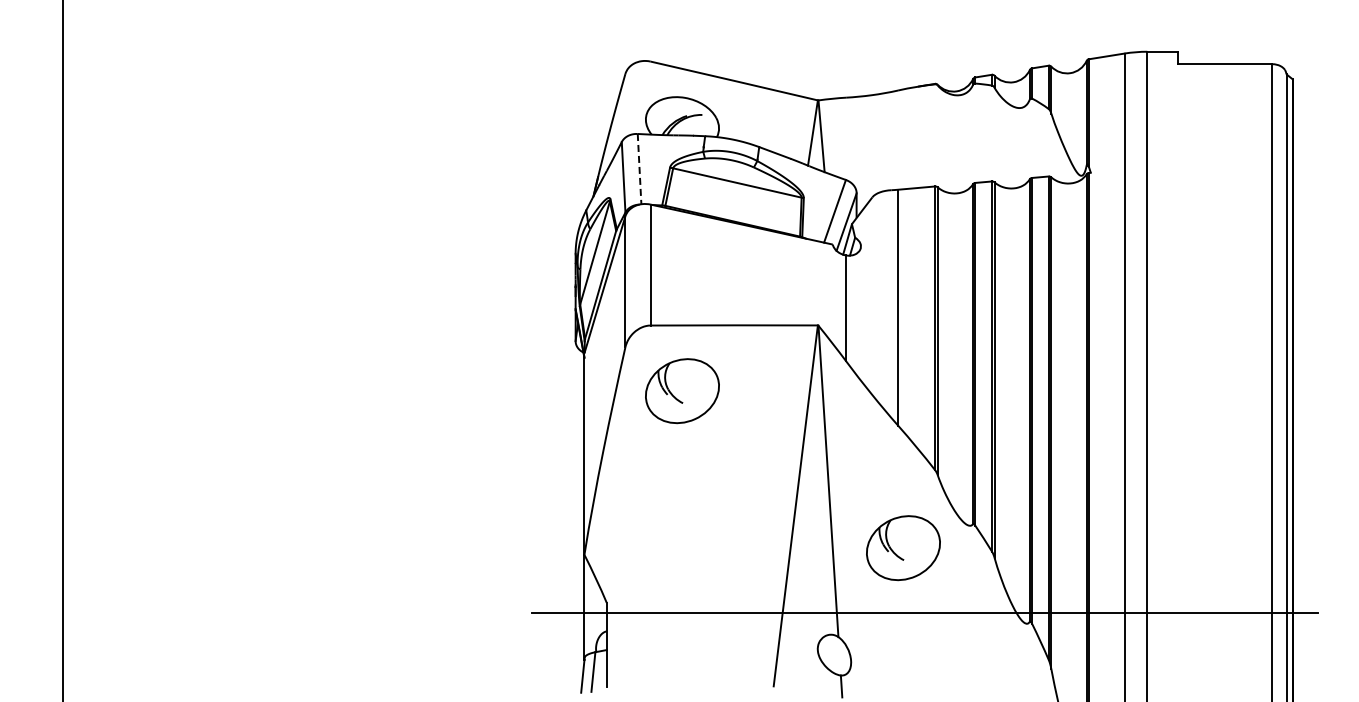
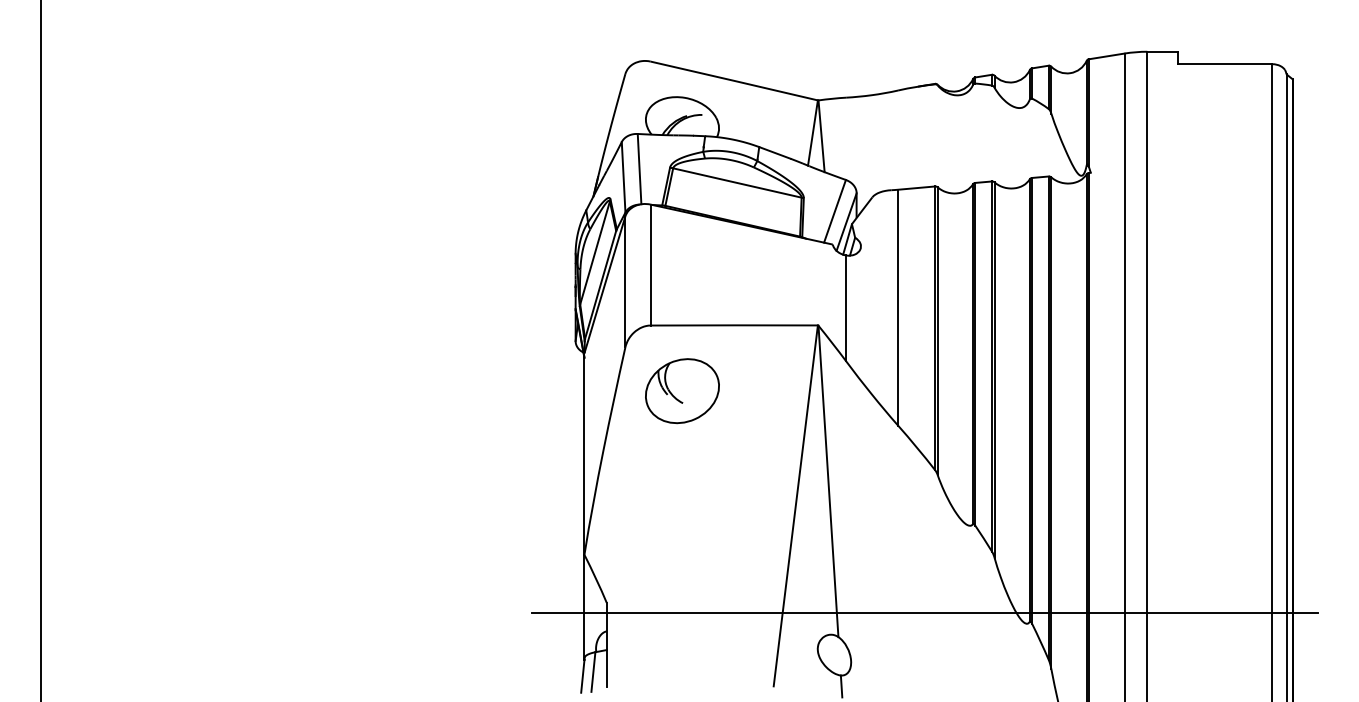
line at (639, 169): dashed -> solid
line at (62, 350) position: (62, 350) -> (40, 350)
part at (903, 548): present -> none
